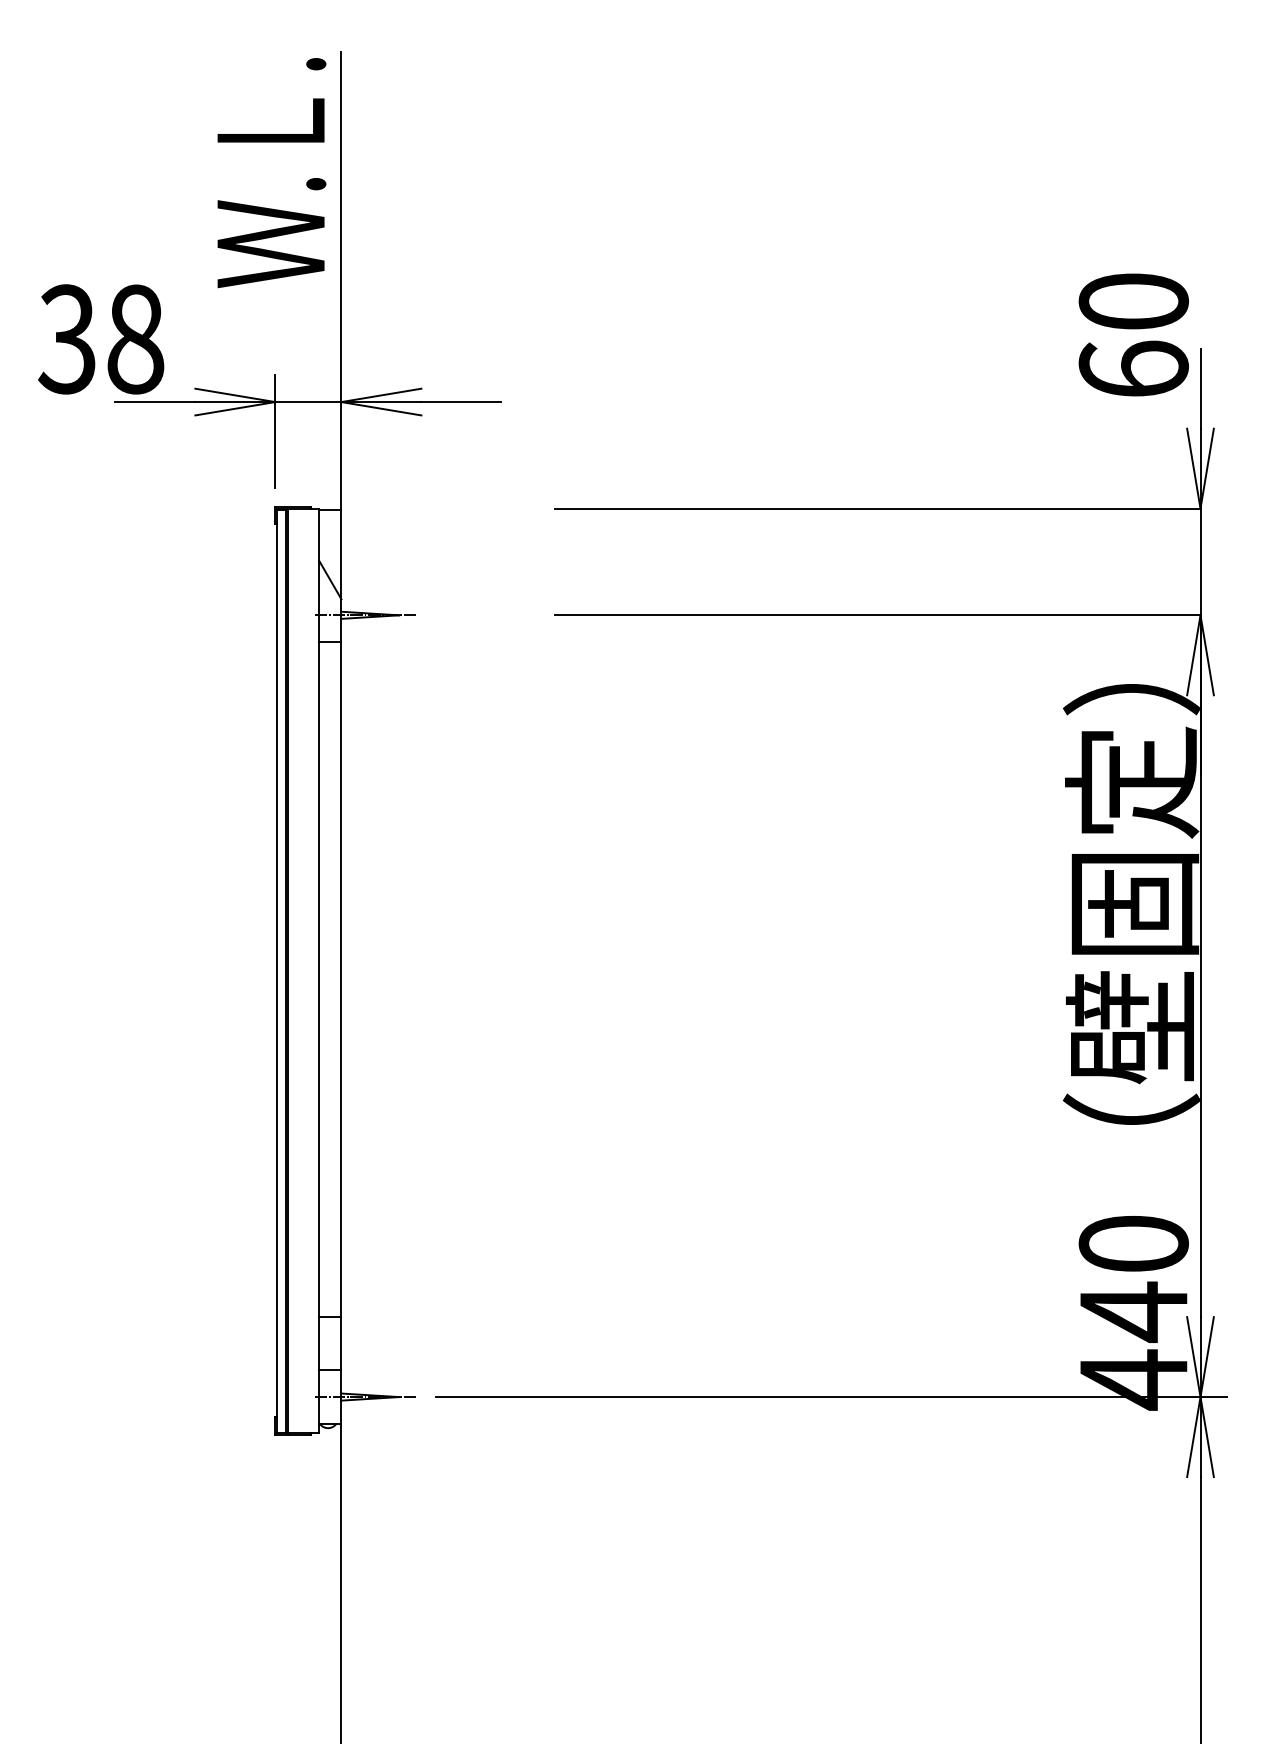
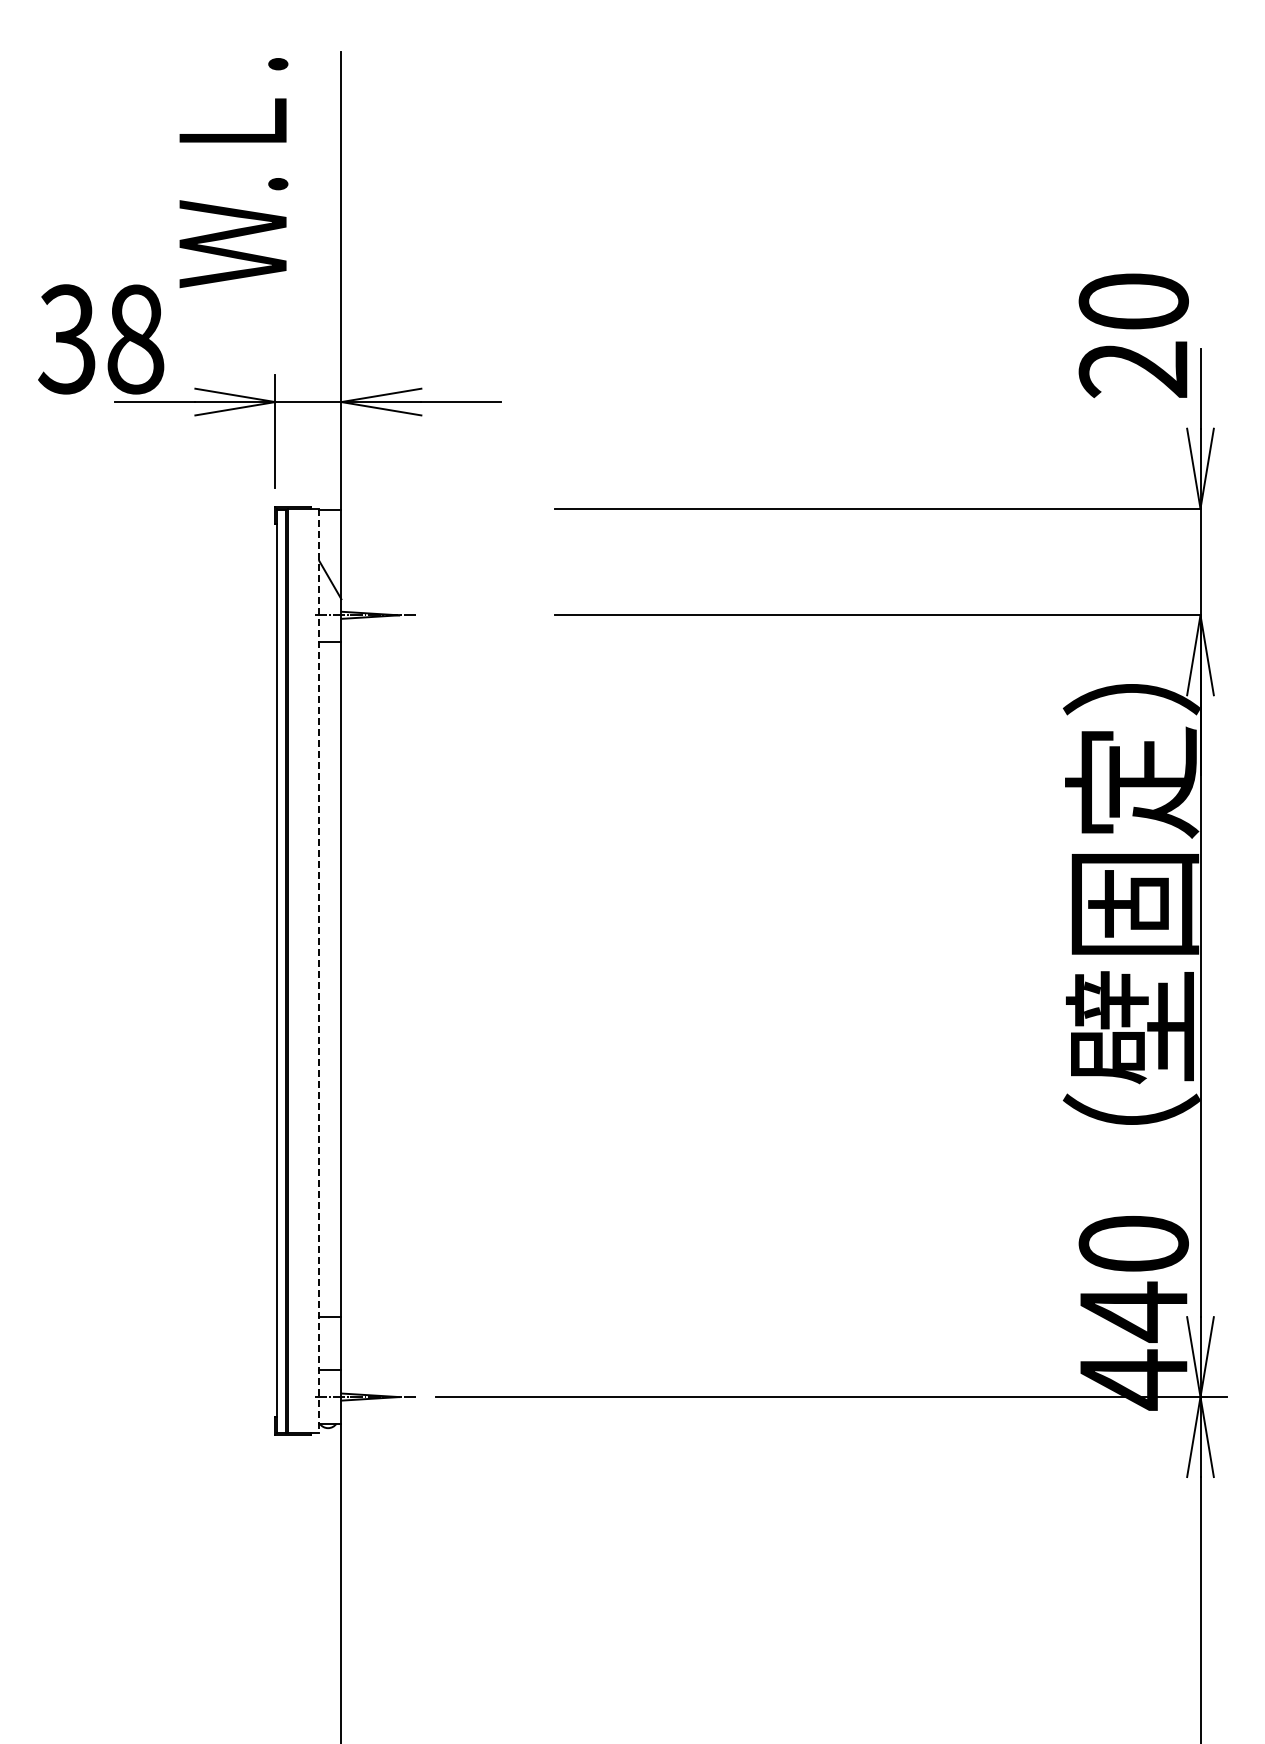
text at (271, 173) position: (271, 173) -> (233, 173)
text at (1133, 369): 60 -> 20
line at (319, 970): solid -> dashed
